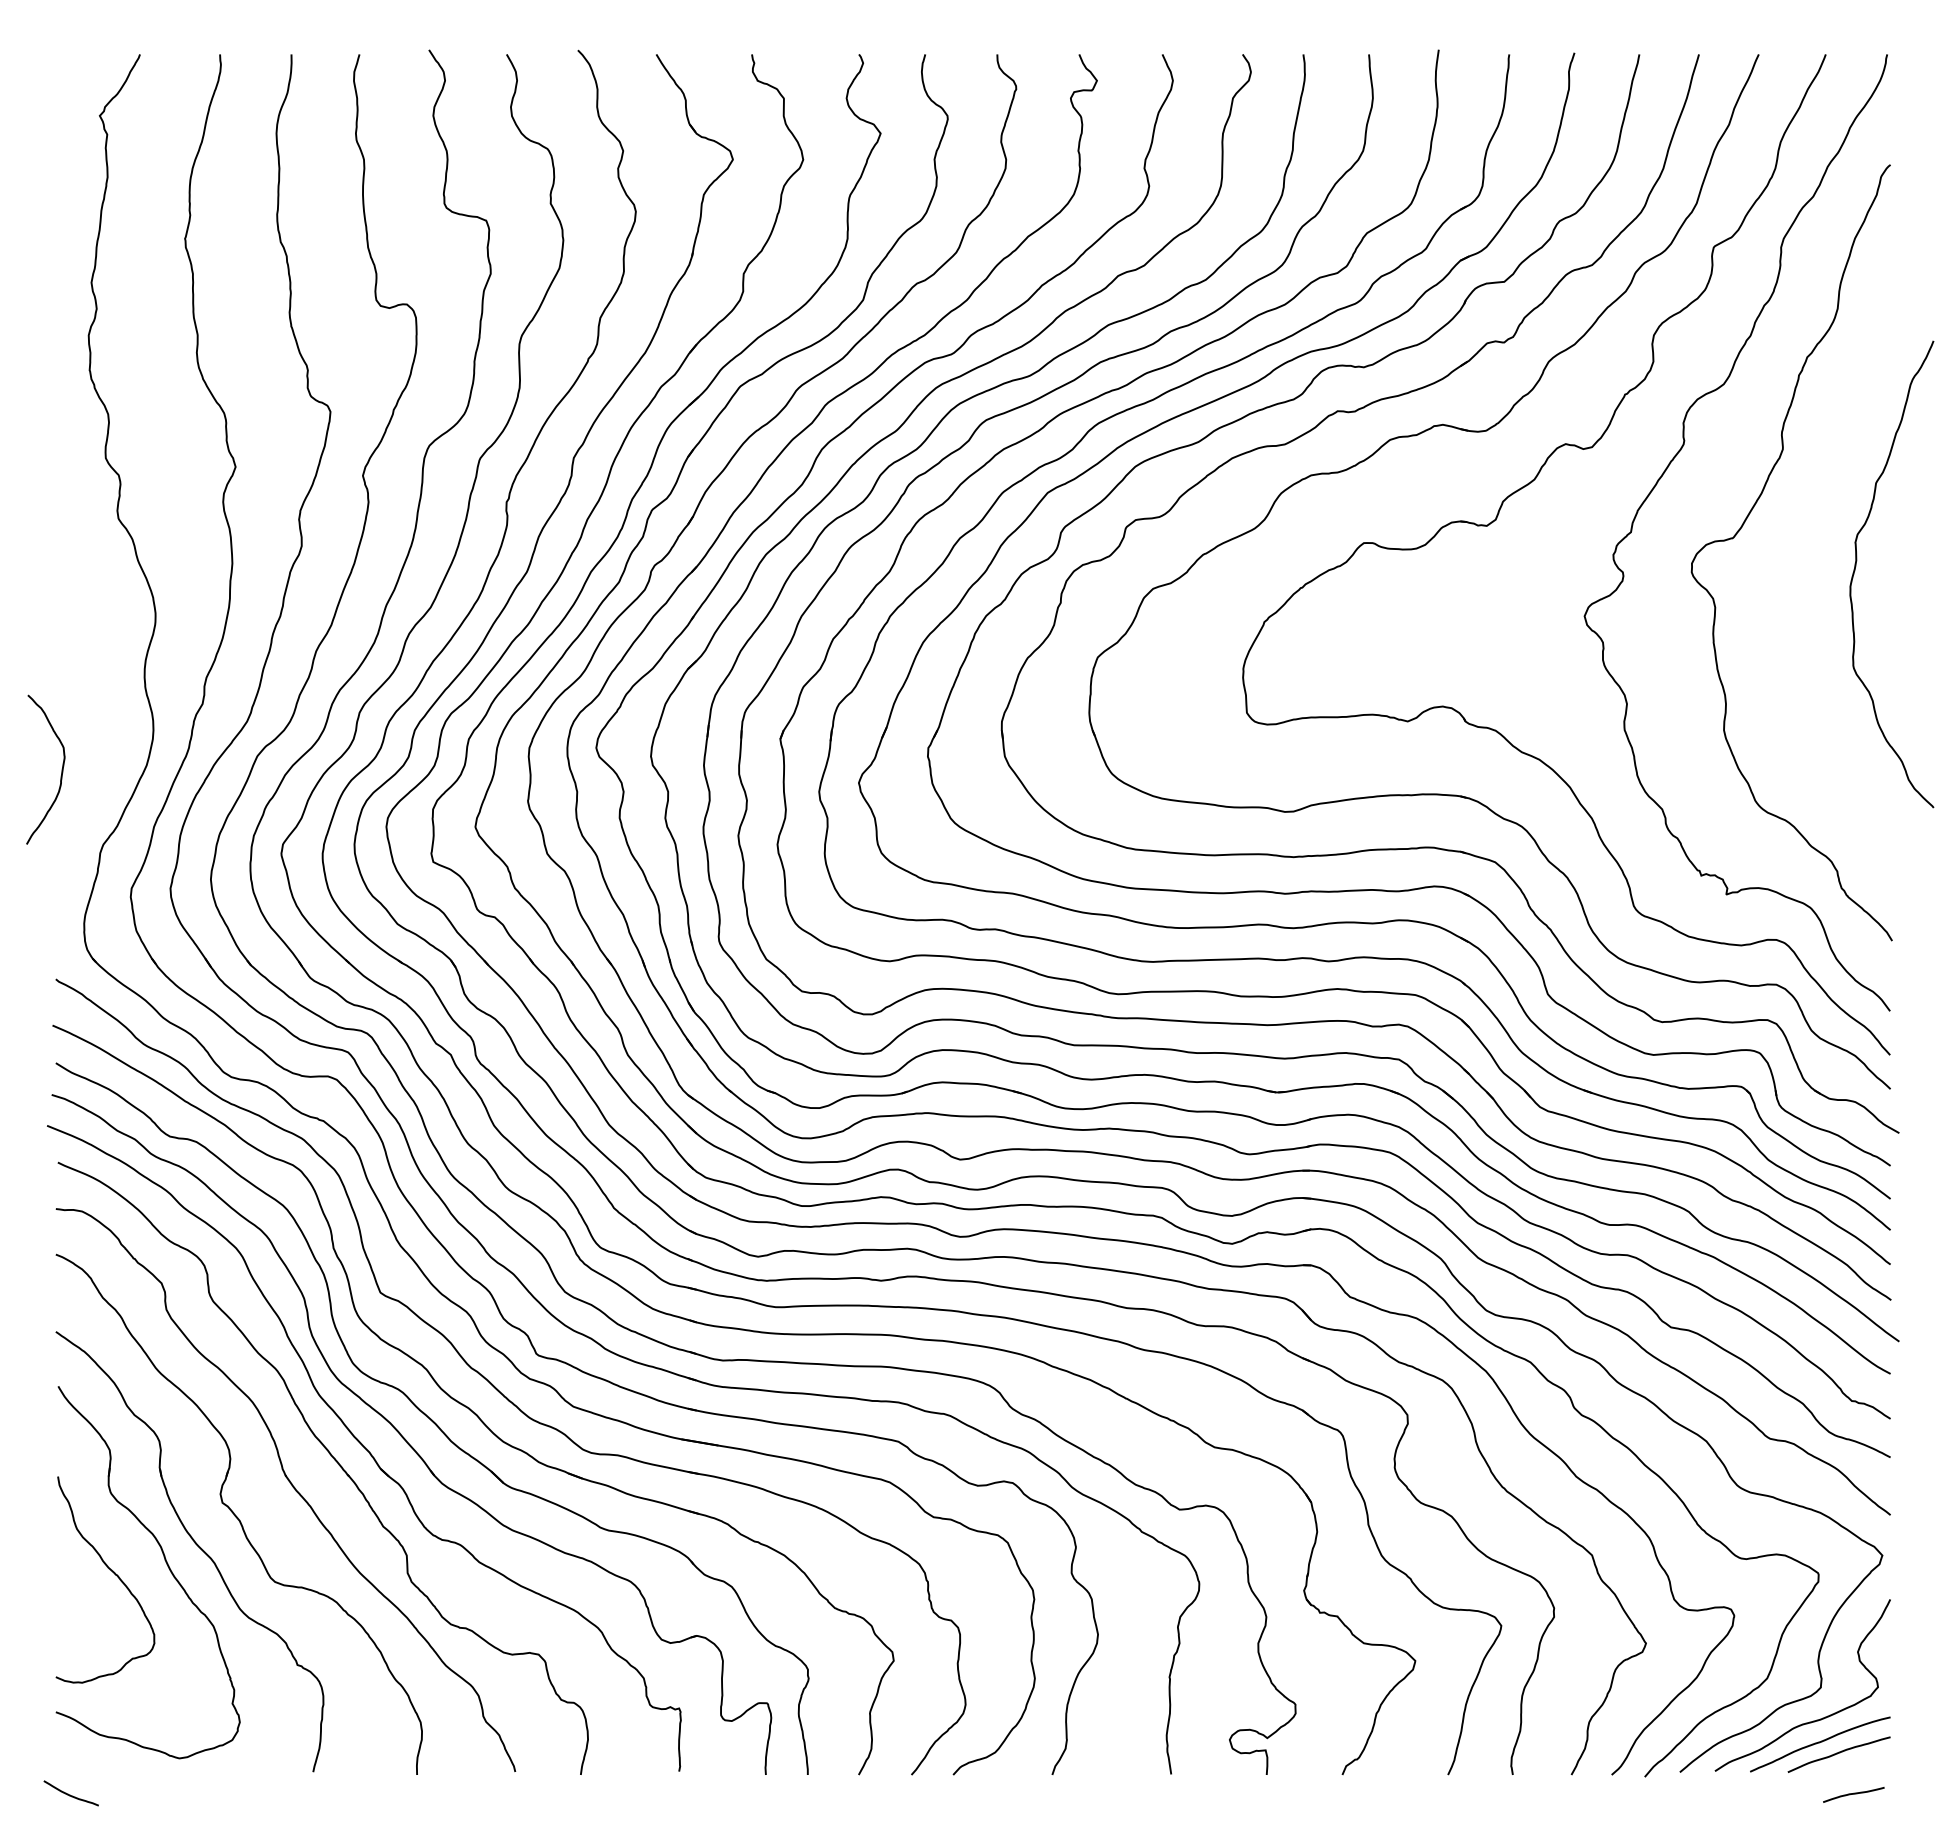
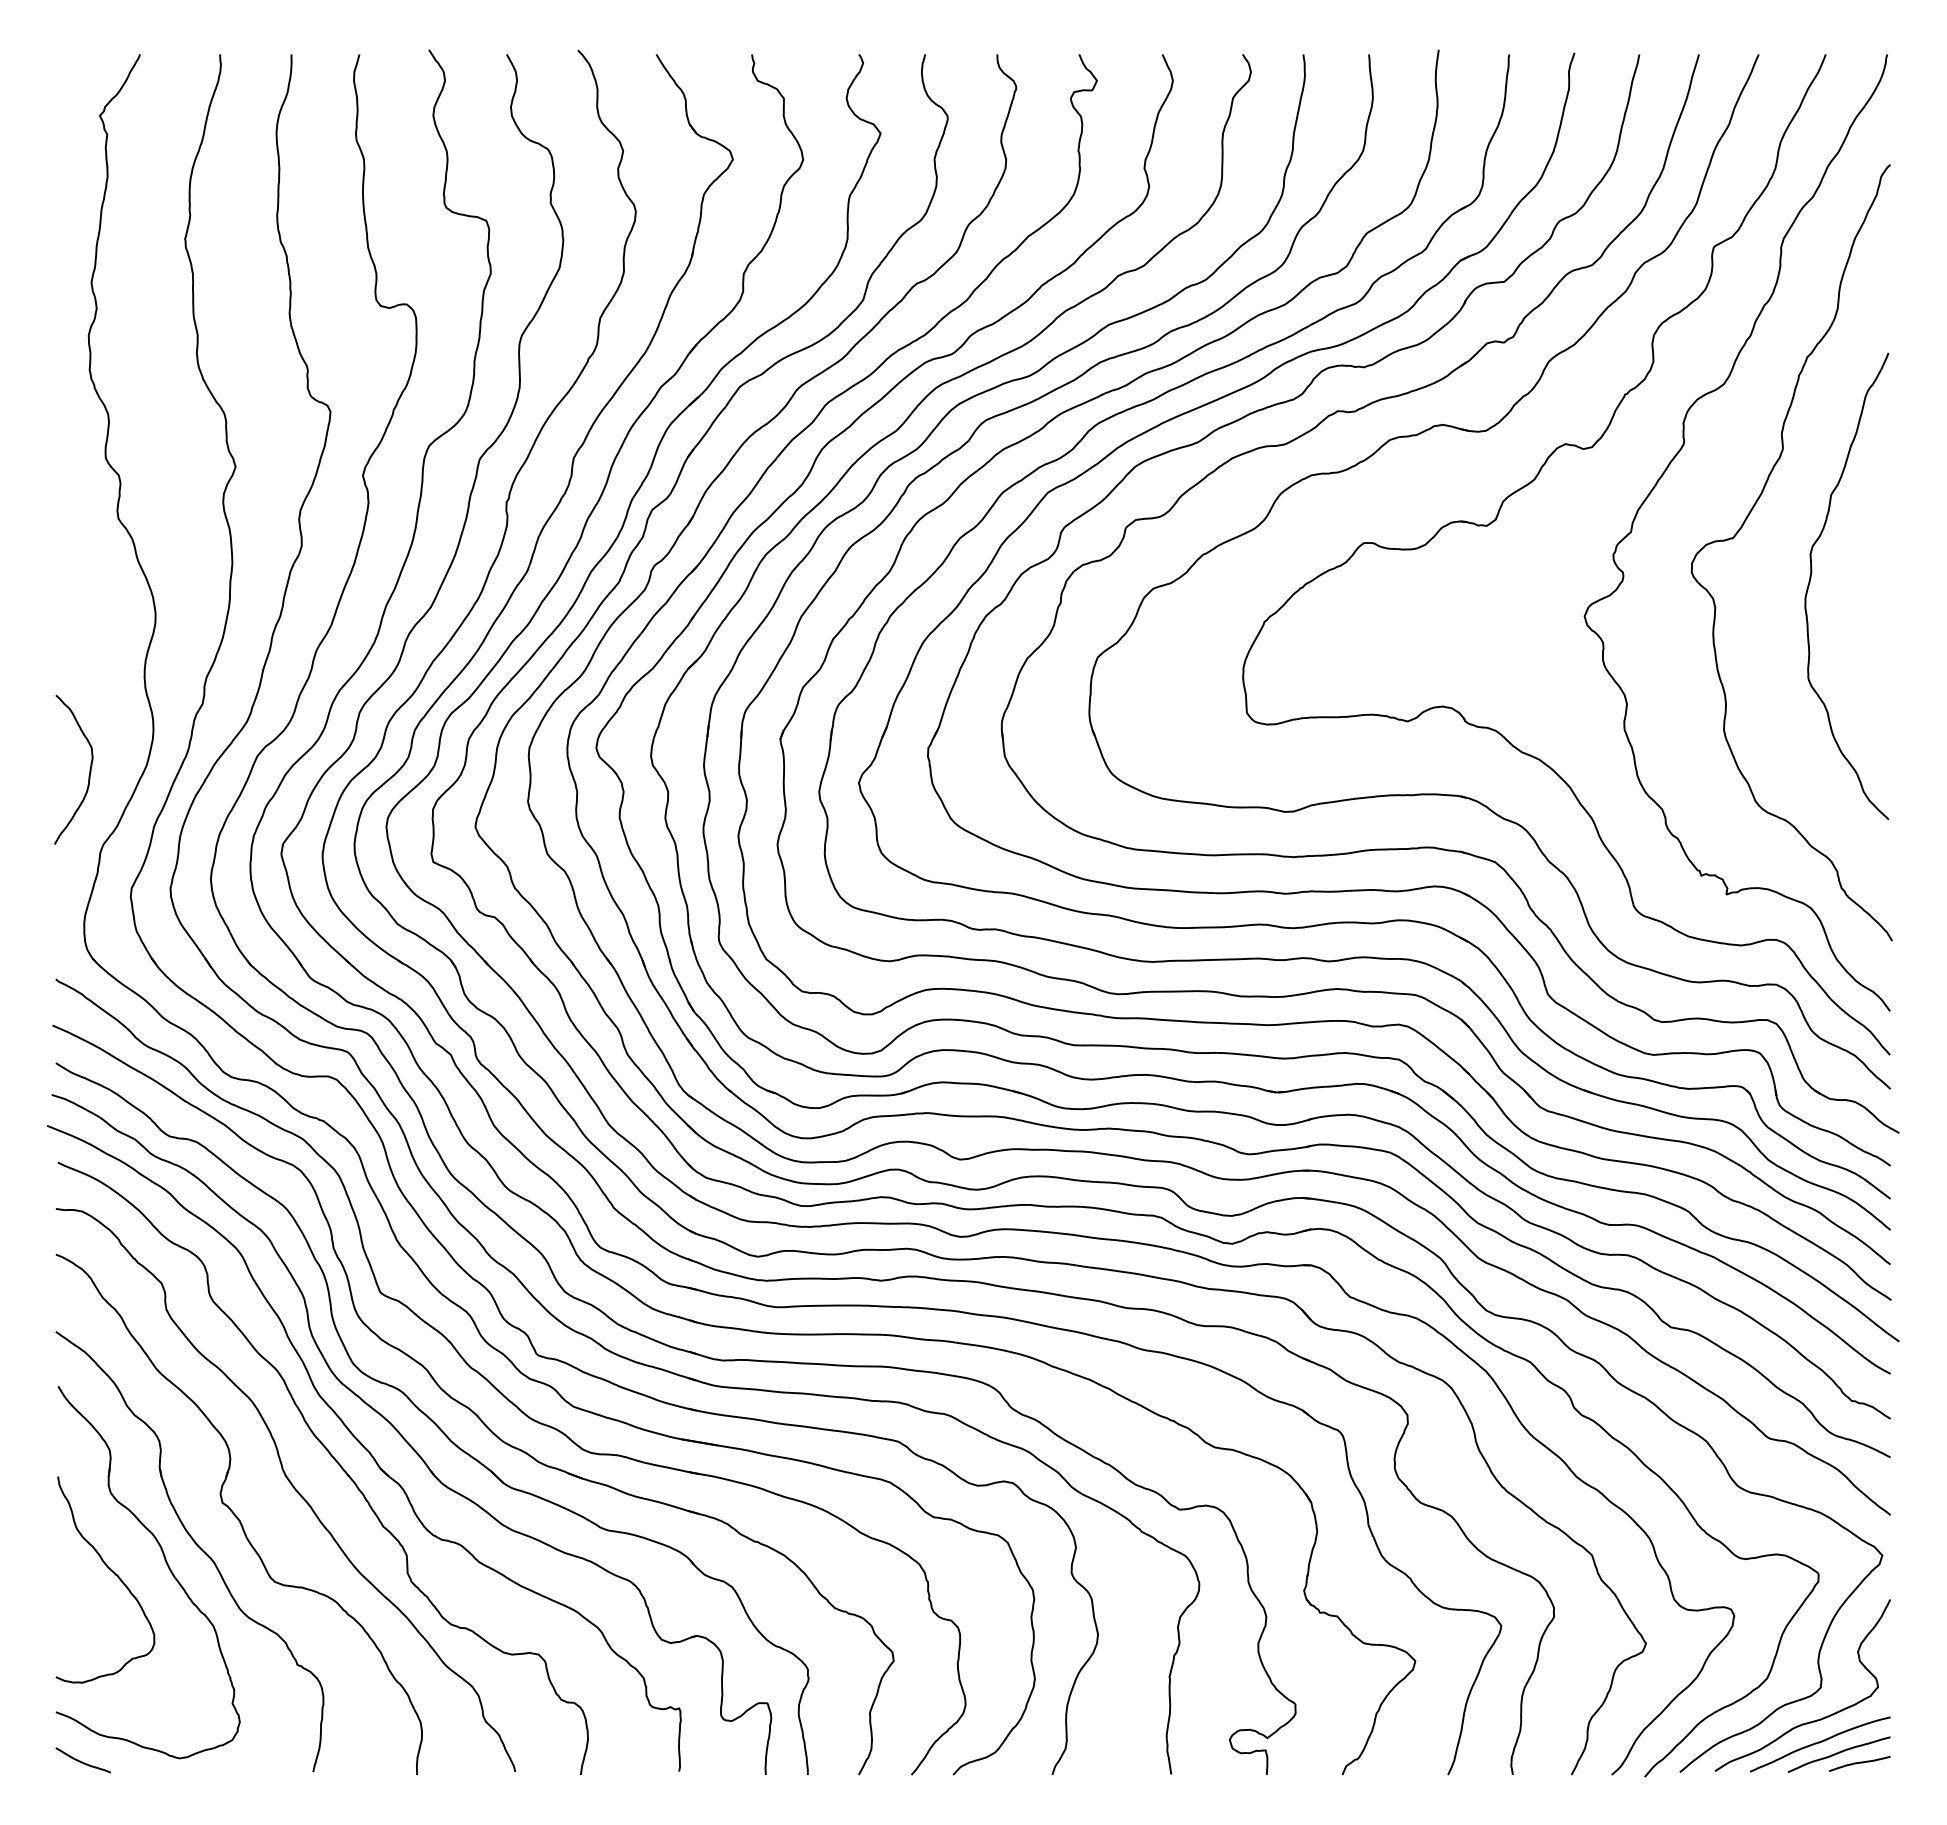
curve at (1856, 566) position: (1856, 566) -> (1811, 578)
curve at (61, 769) position: (61, 769) -> (89, 769)
curve at (70, 1794) position: (70, 1794) -> (82, 1761)
curve at (1853, 1794) position: (1853, 1794) -> (1859, 1763)
